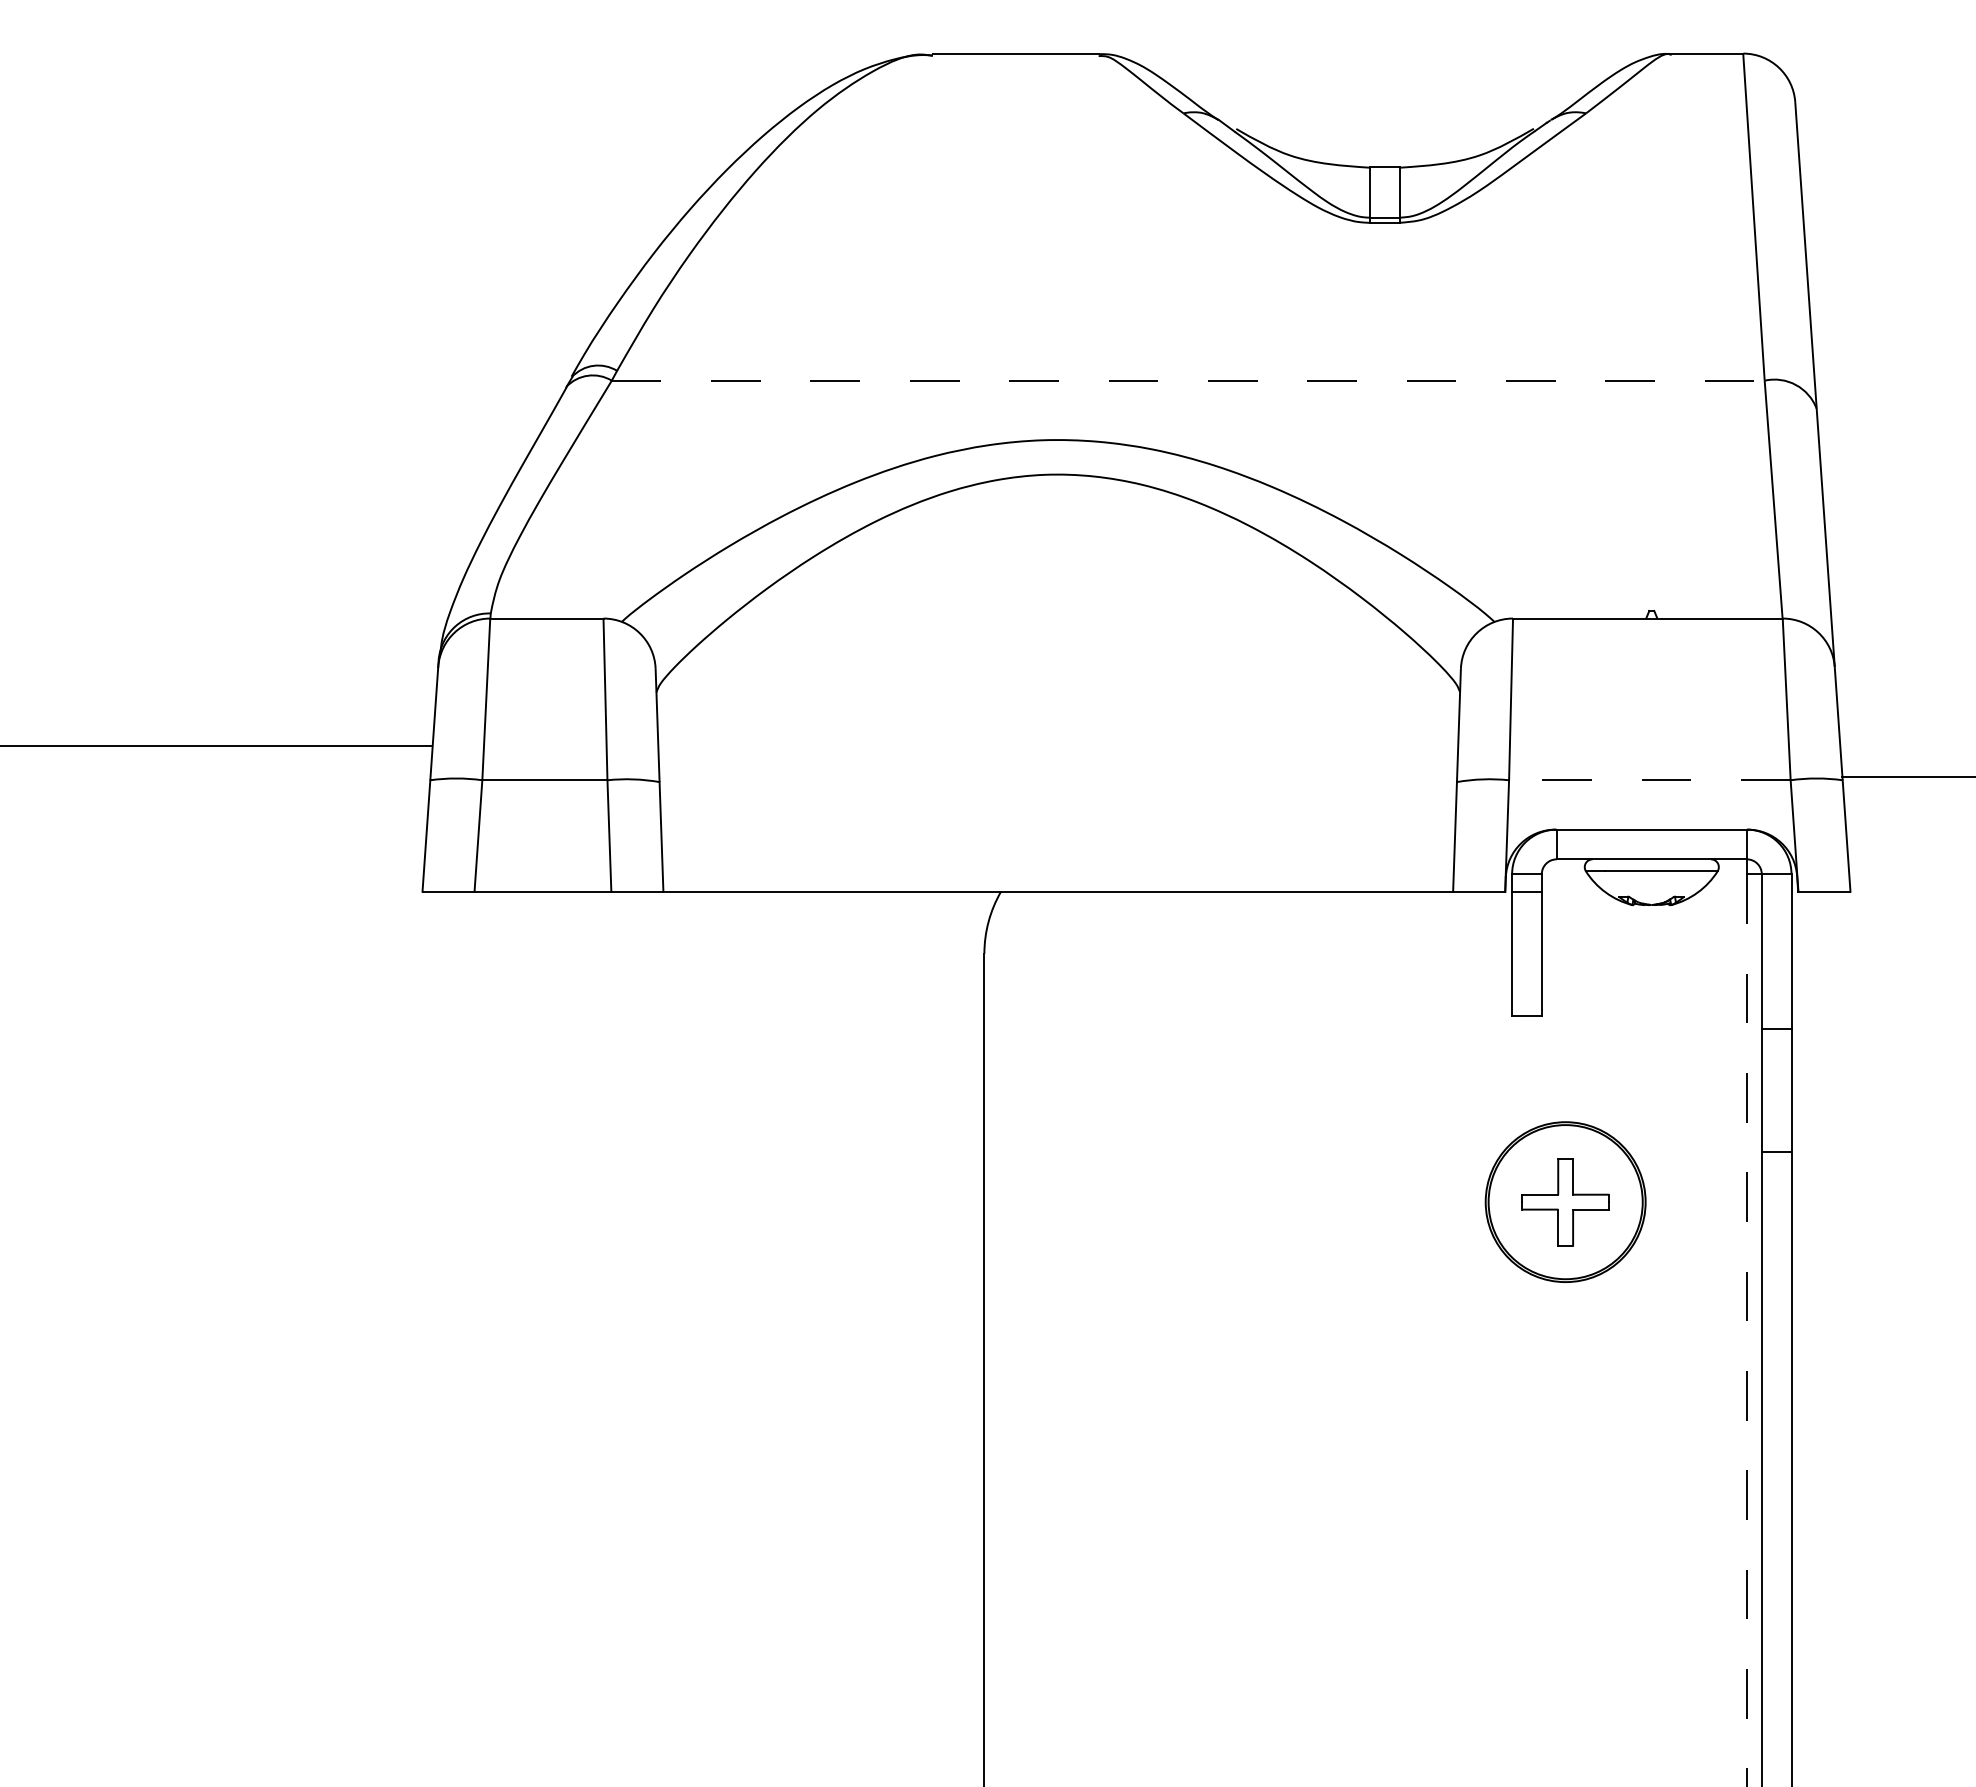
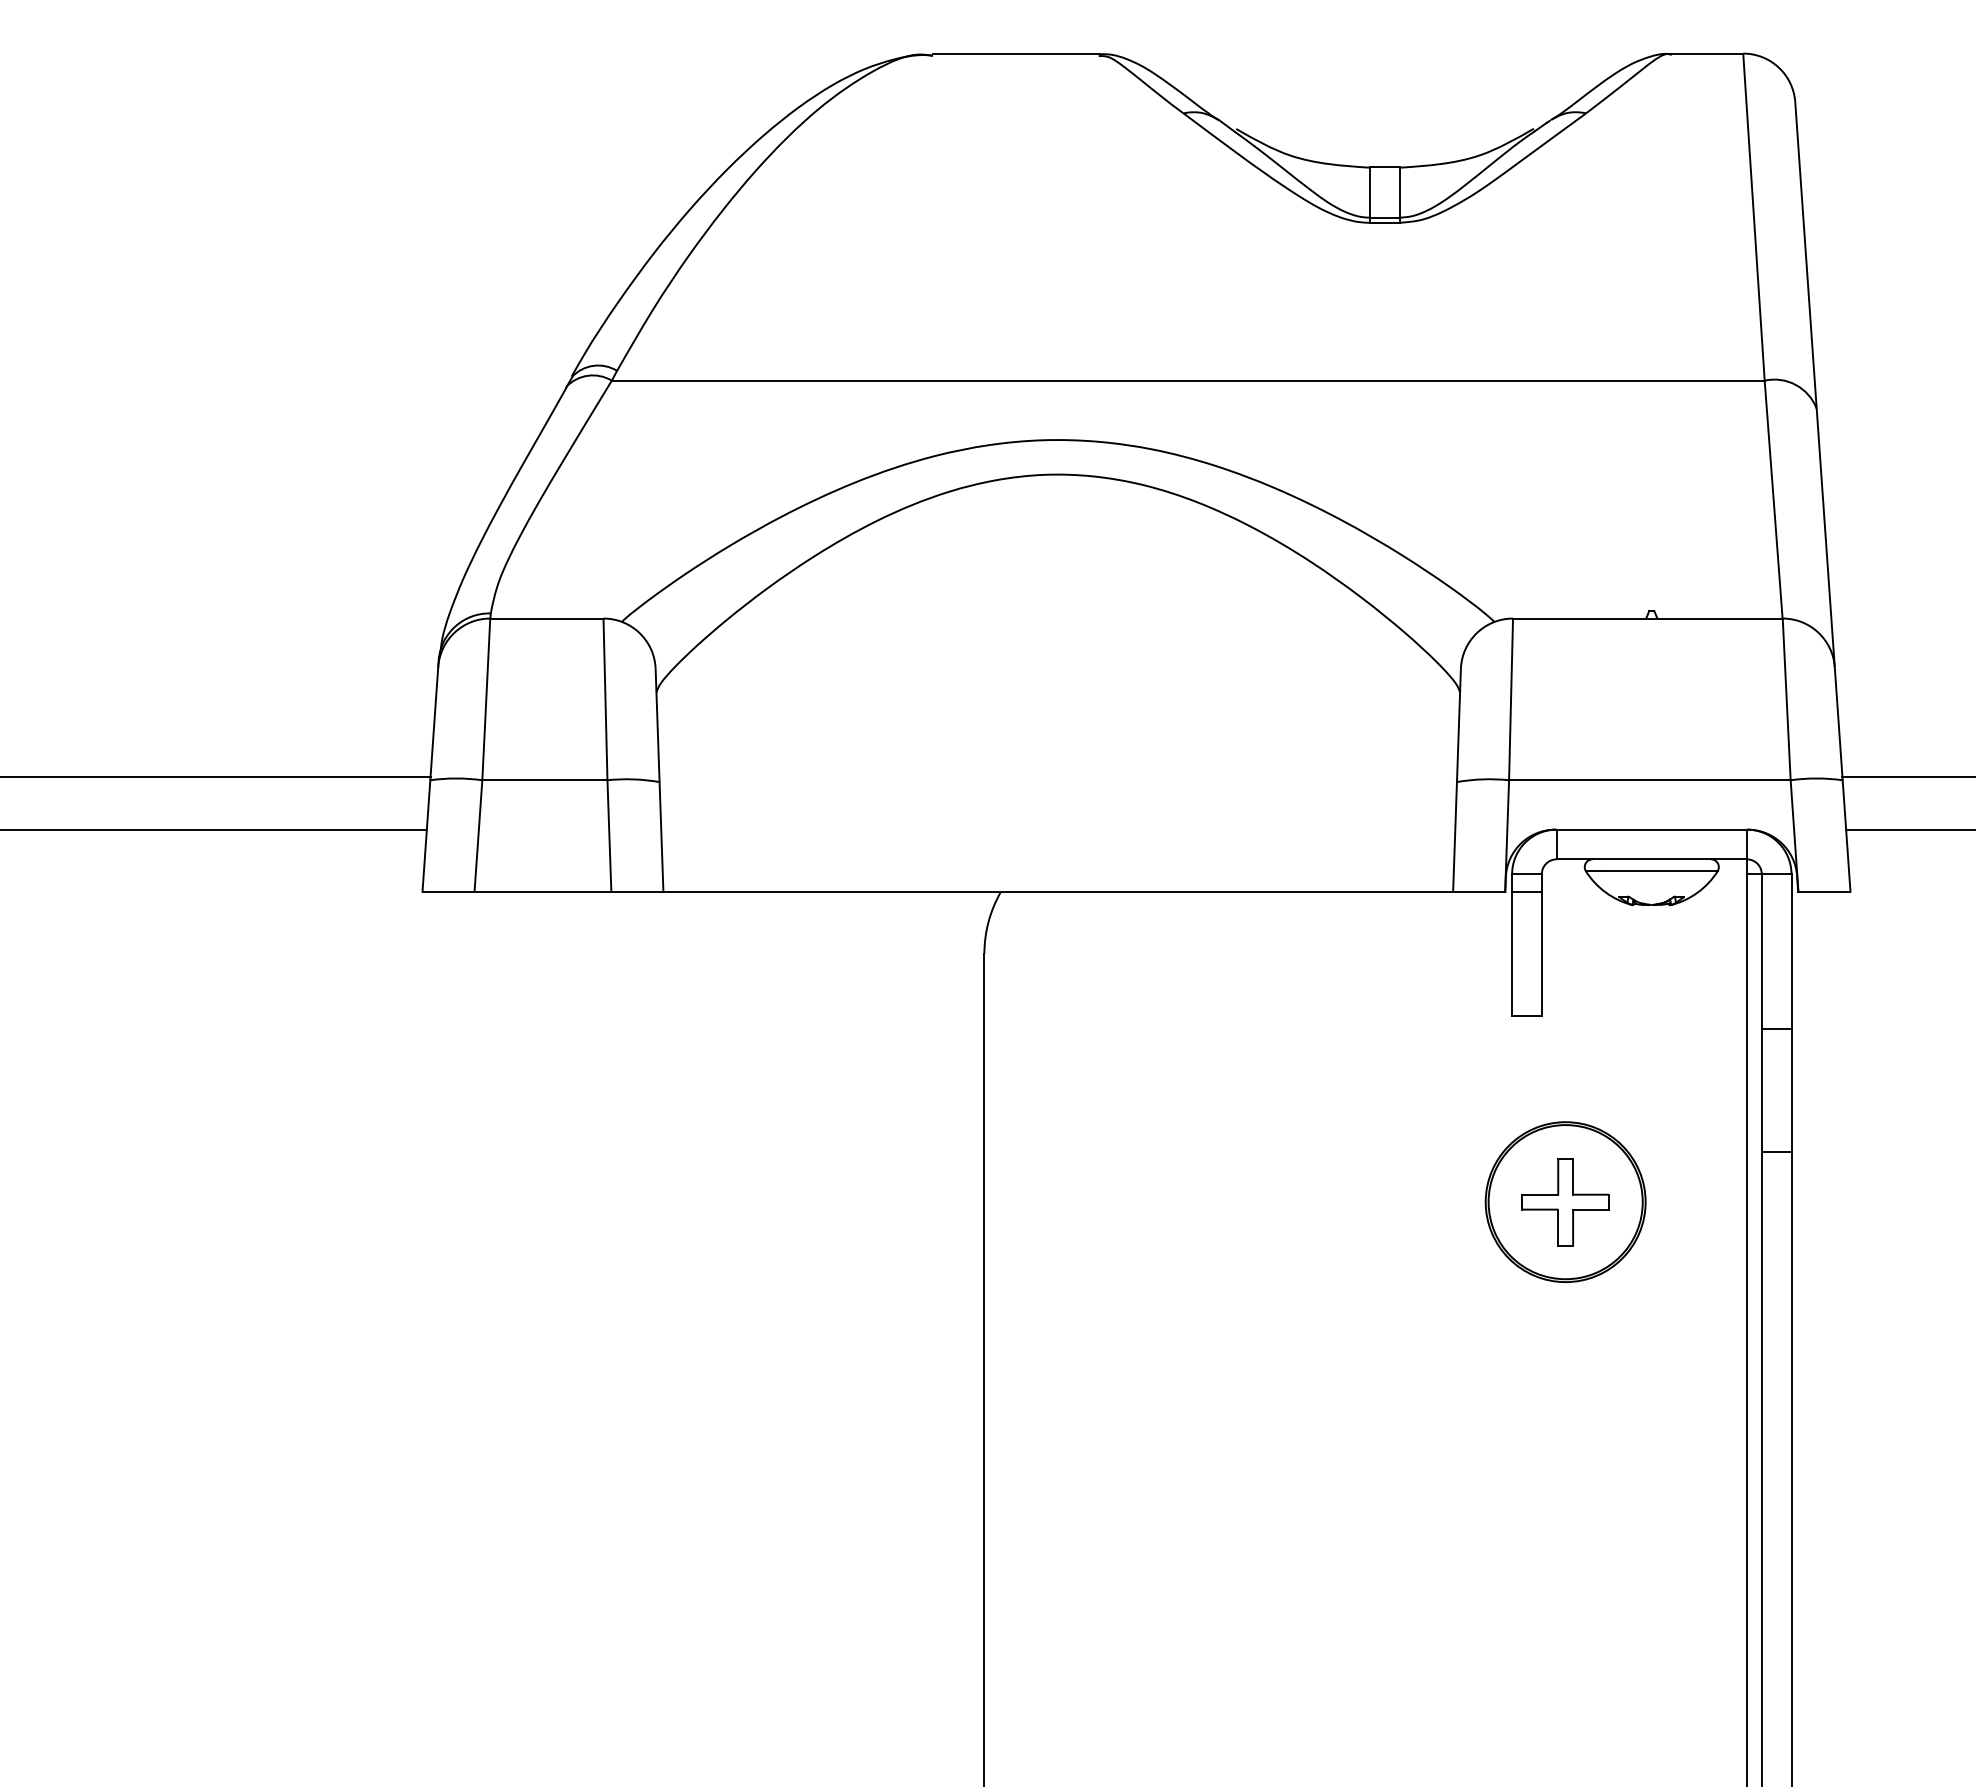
line at (1188, 380): dashed -> solid
line at (216, 746) position: (216, 746) -> (216, 777)
line at (1649, 780): dashed -> solid
line at (214, 829): none -> present
line at (1909, 829): none -> present
line at (1746, 1331): dashed -> solid
